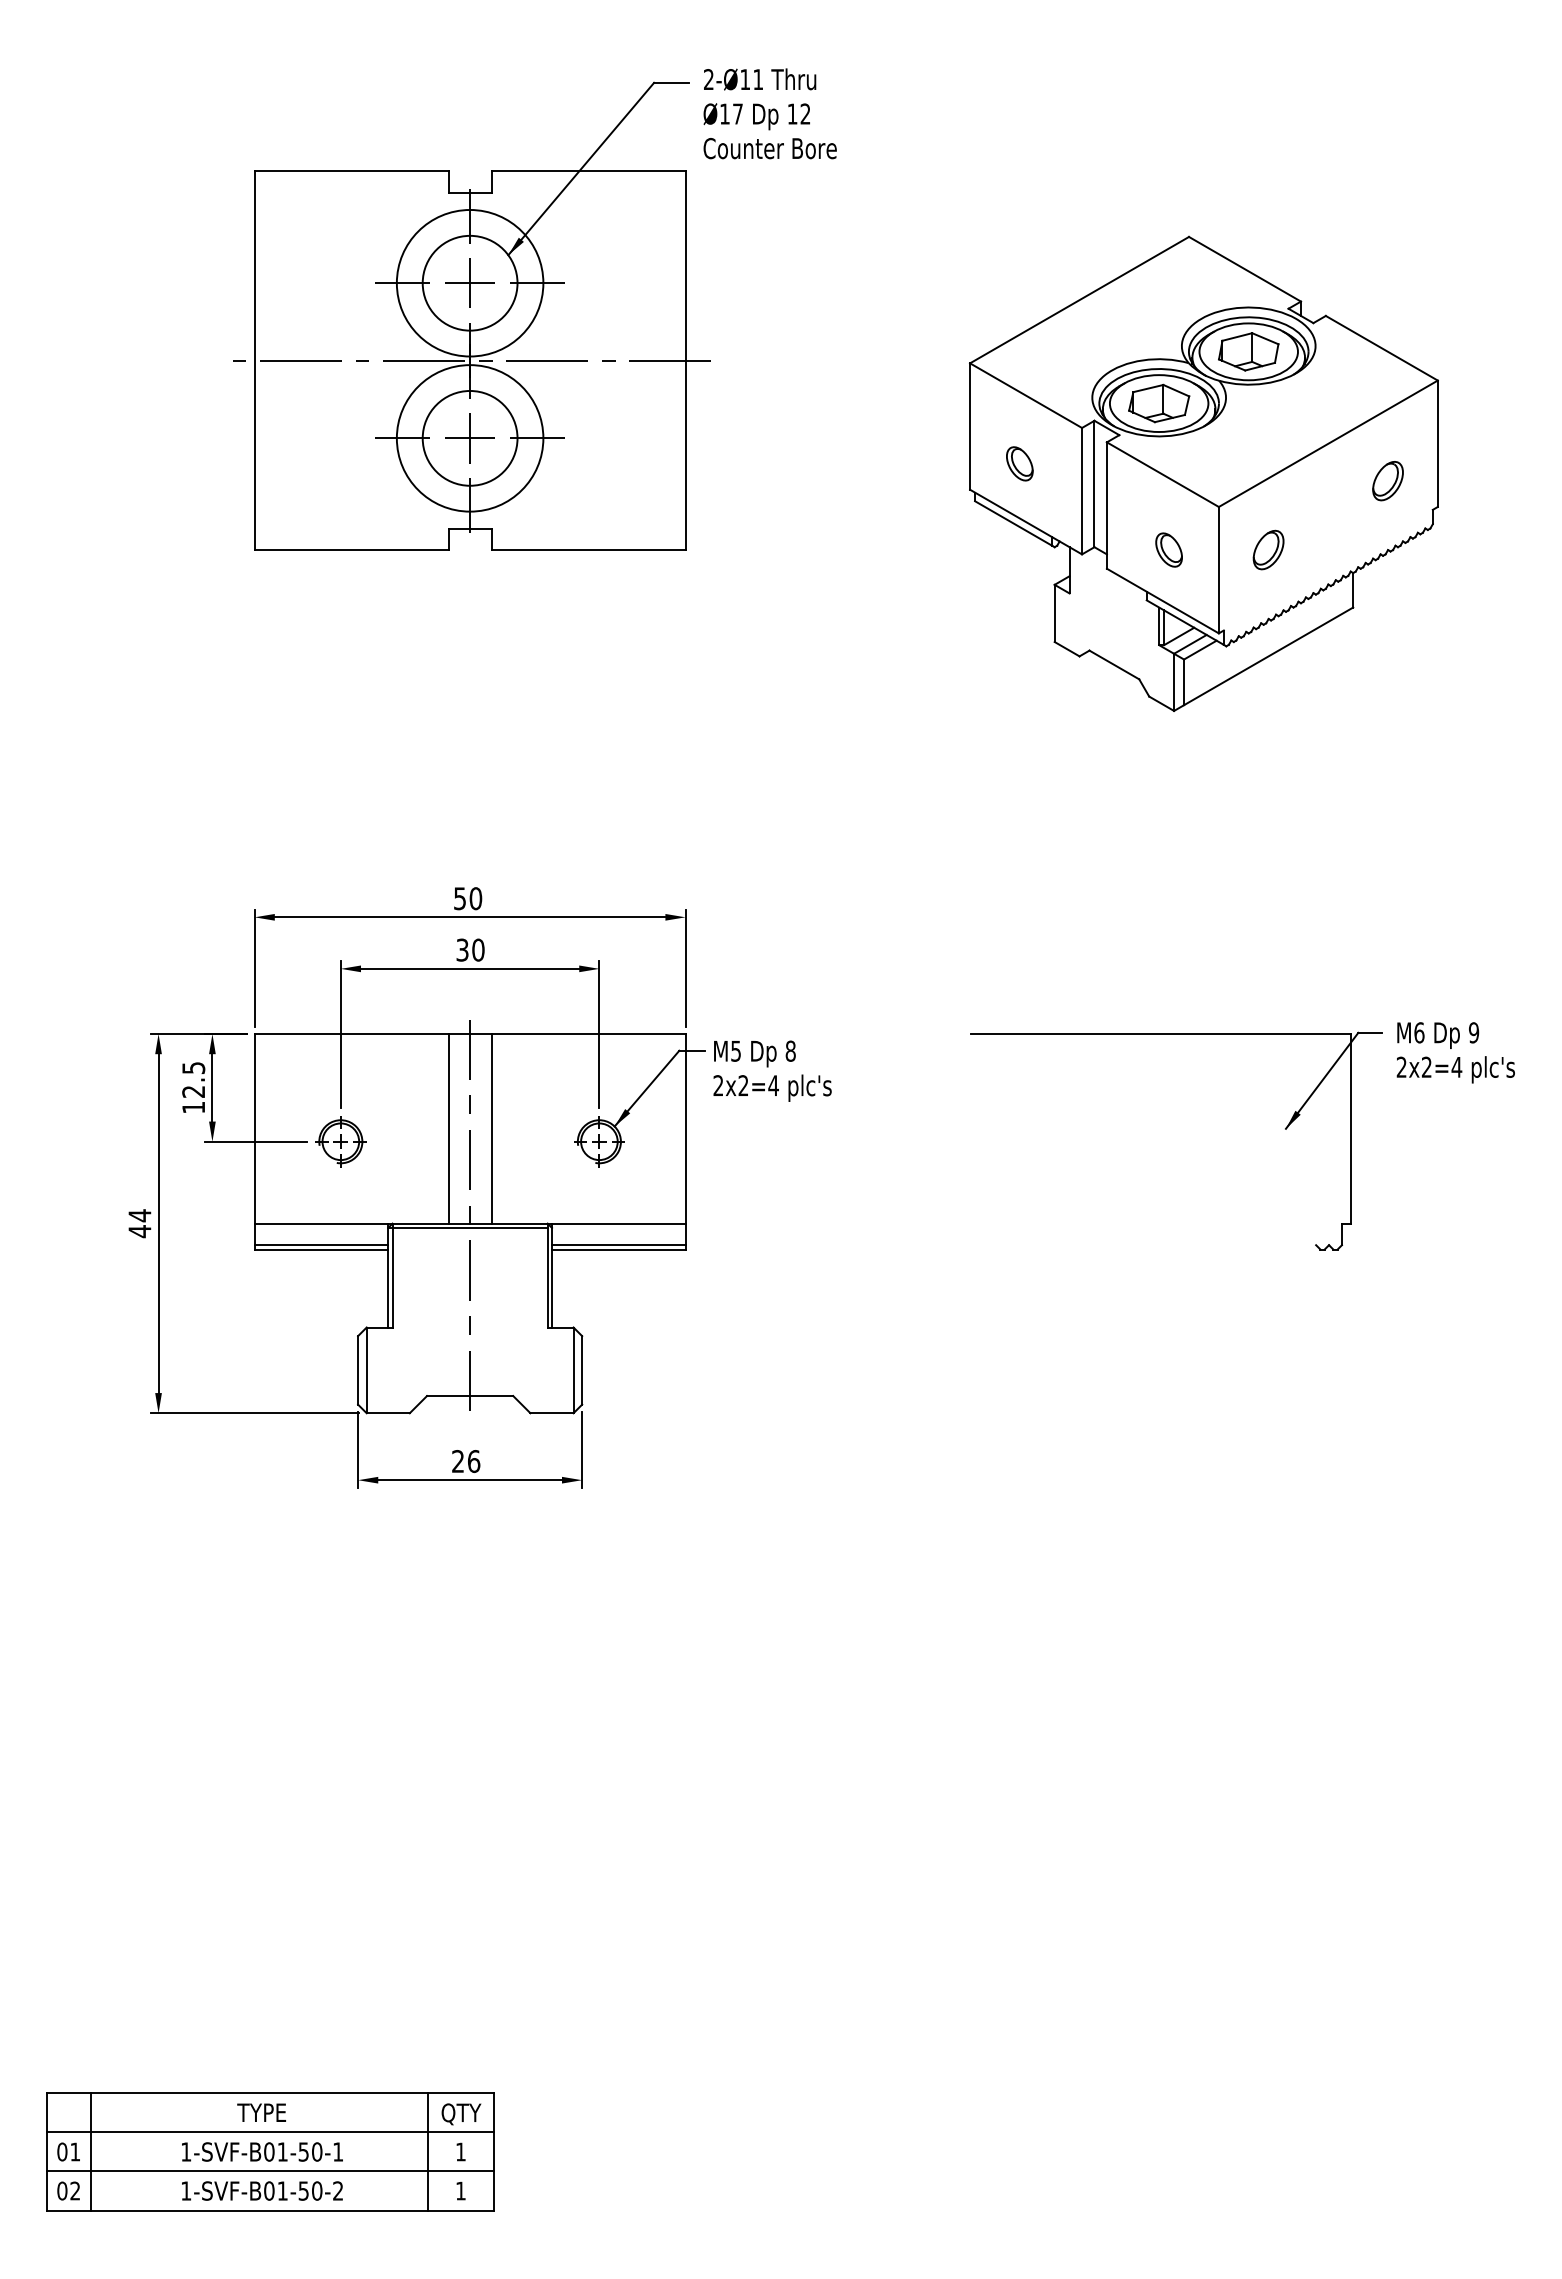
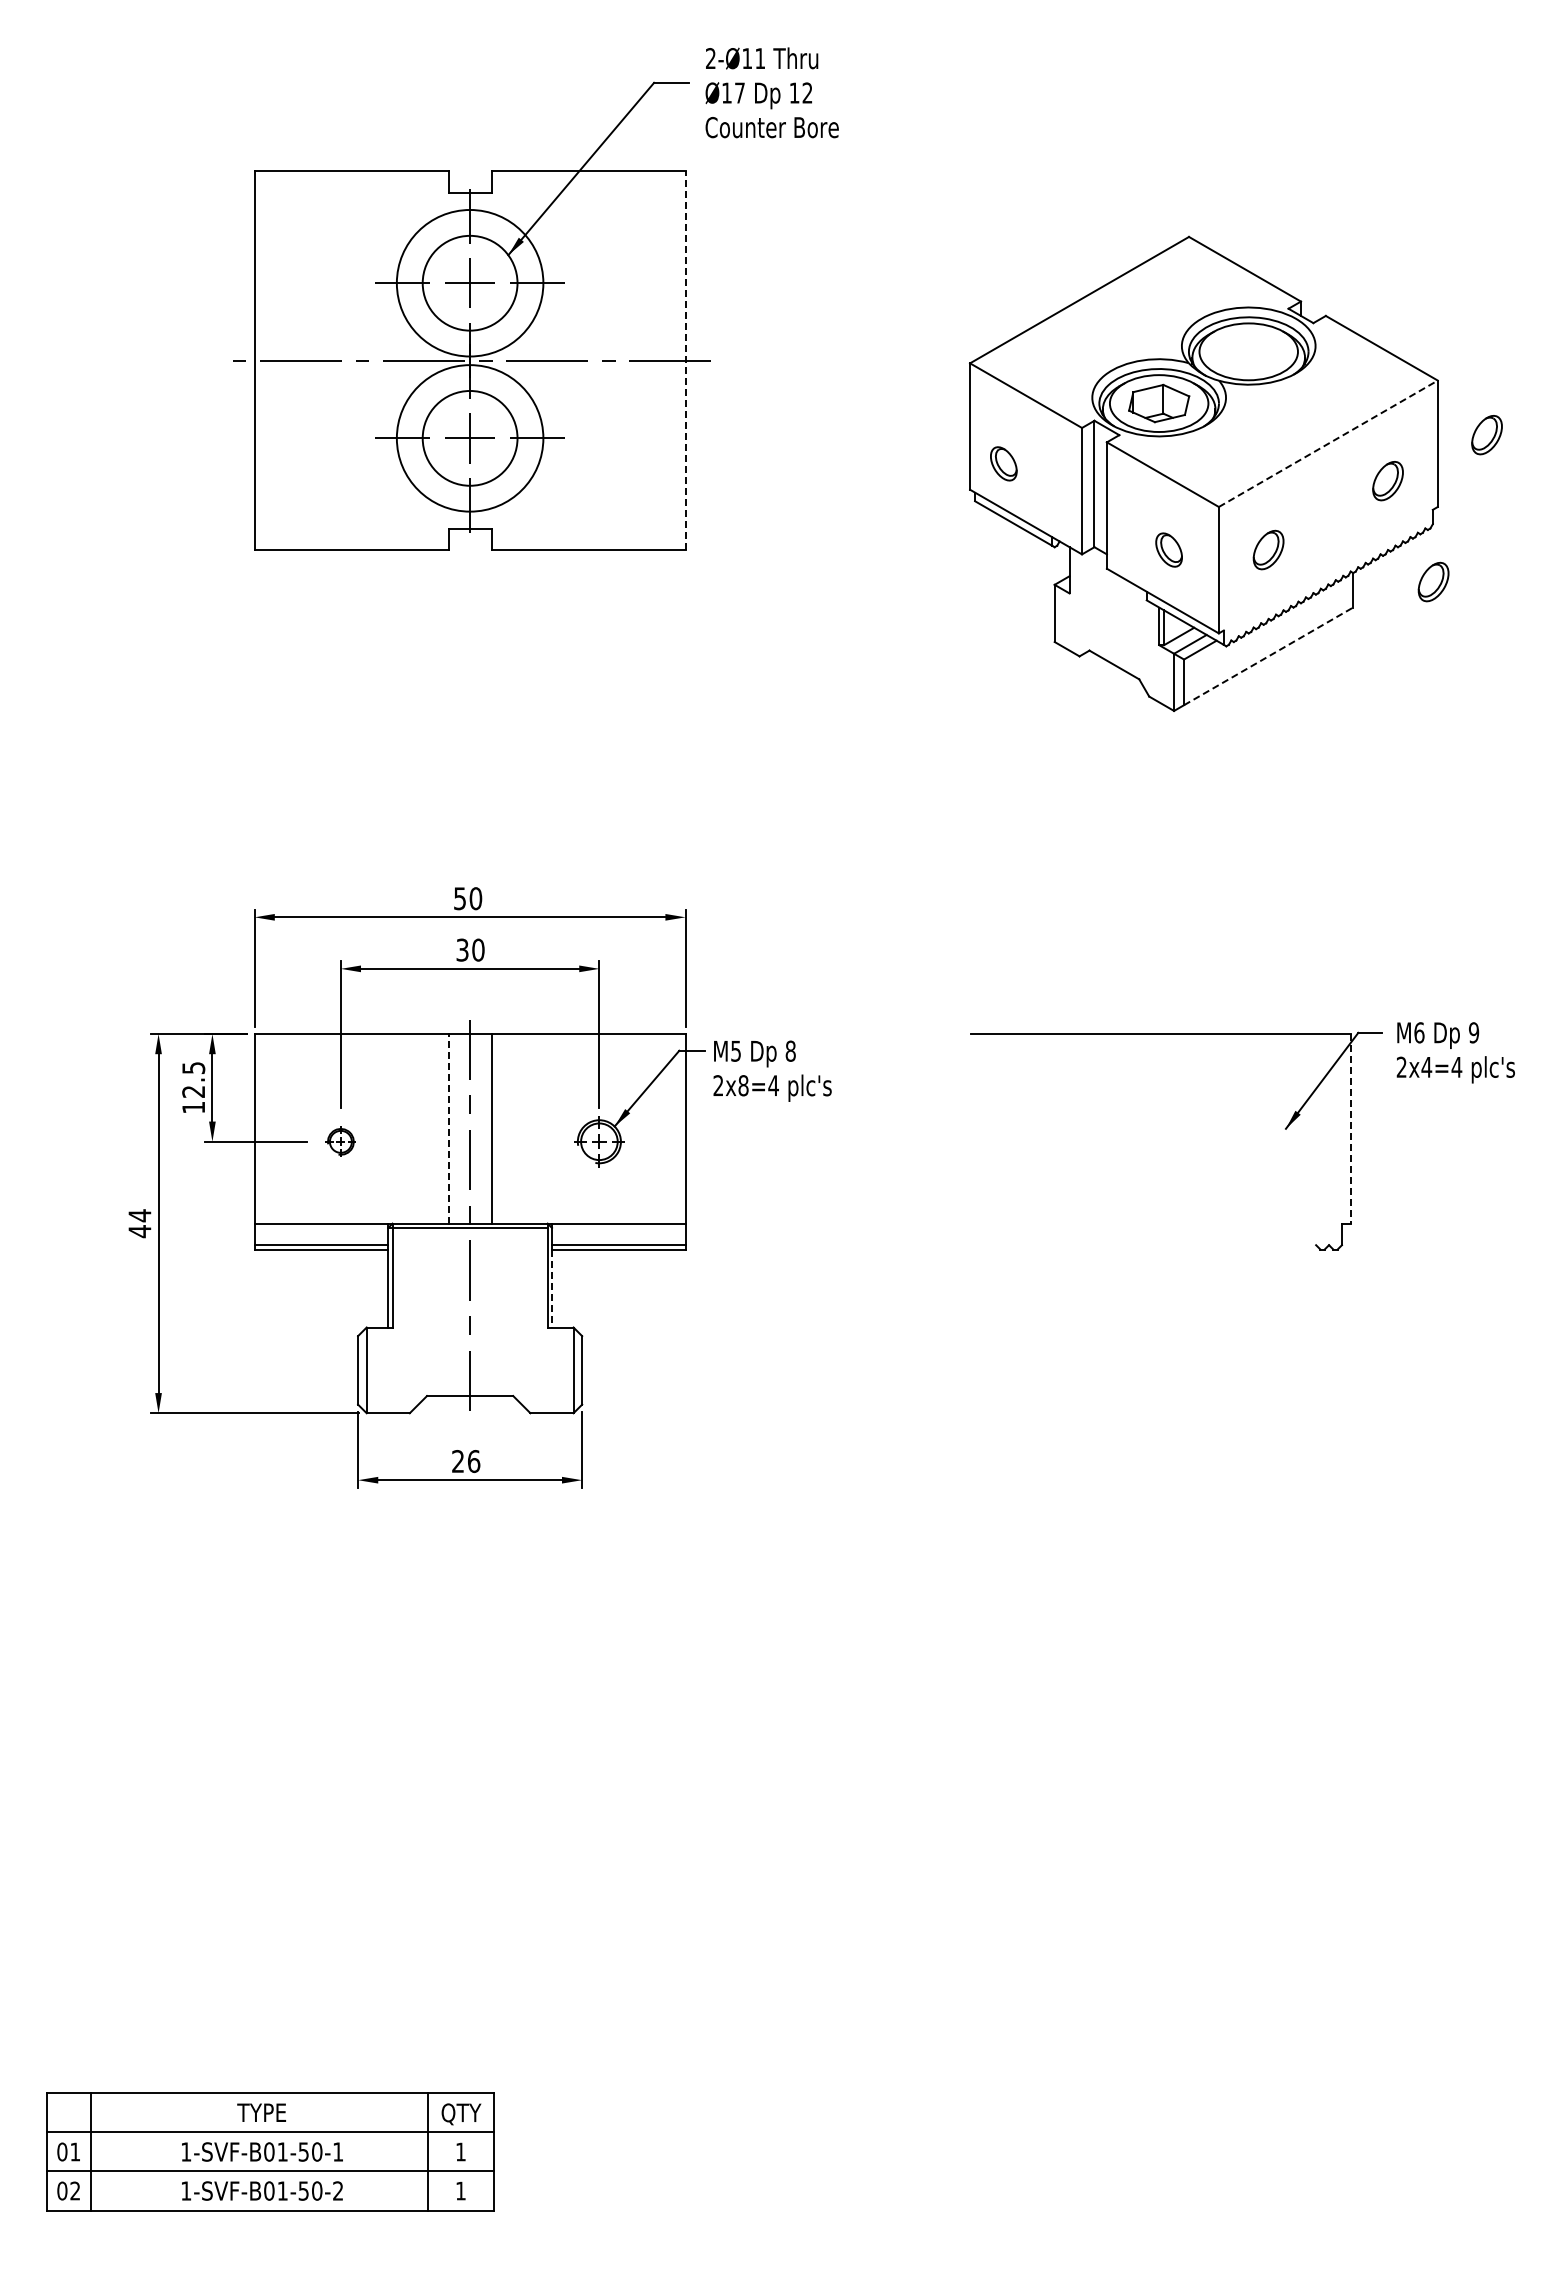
text at (769, 113) position: (769, 113) -> (771, 92)
part at (1248, 351): present -> none
line at (685, 360): solid -> dashed
part at (1486, 435): none -> present
line at (1328, 443): solid -> dashed
part at (1019, 463) position: (1019, 463) -> (1003, 463)
part at (1433, 581): none -> present
line at (1268, 656): solid -> dashed
text at (1426, 1066): 2x2=4 -> 2x4=4
text at (743, 1085): 2x2=4 -> 2x8=4
line at (448, 1128): solid -> dashed
line at (1350, 1128): solid -> dashed
part at (340, 1141) size: 52x52 px -> 31x31 px
line at (552, 1288): solid -> dashed
